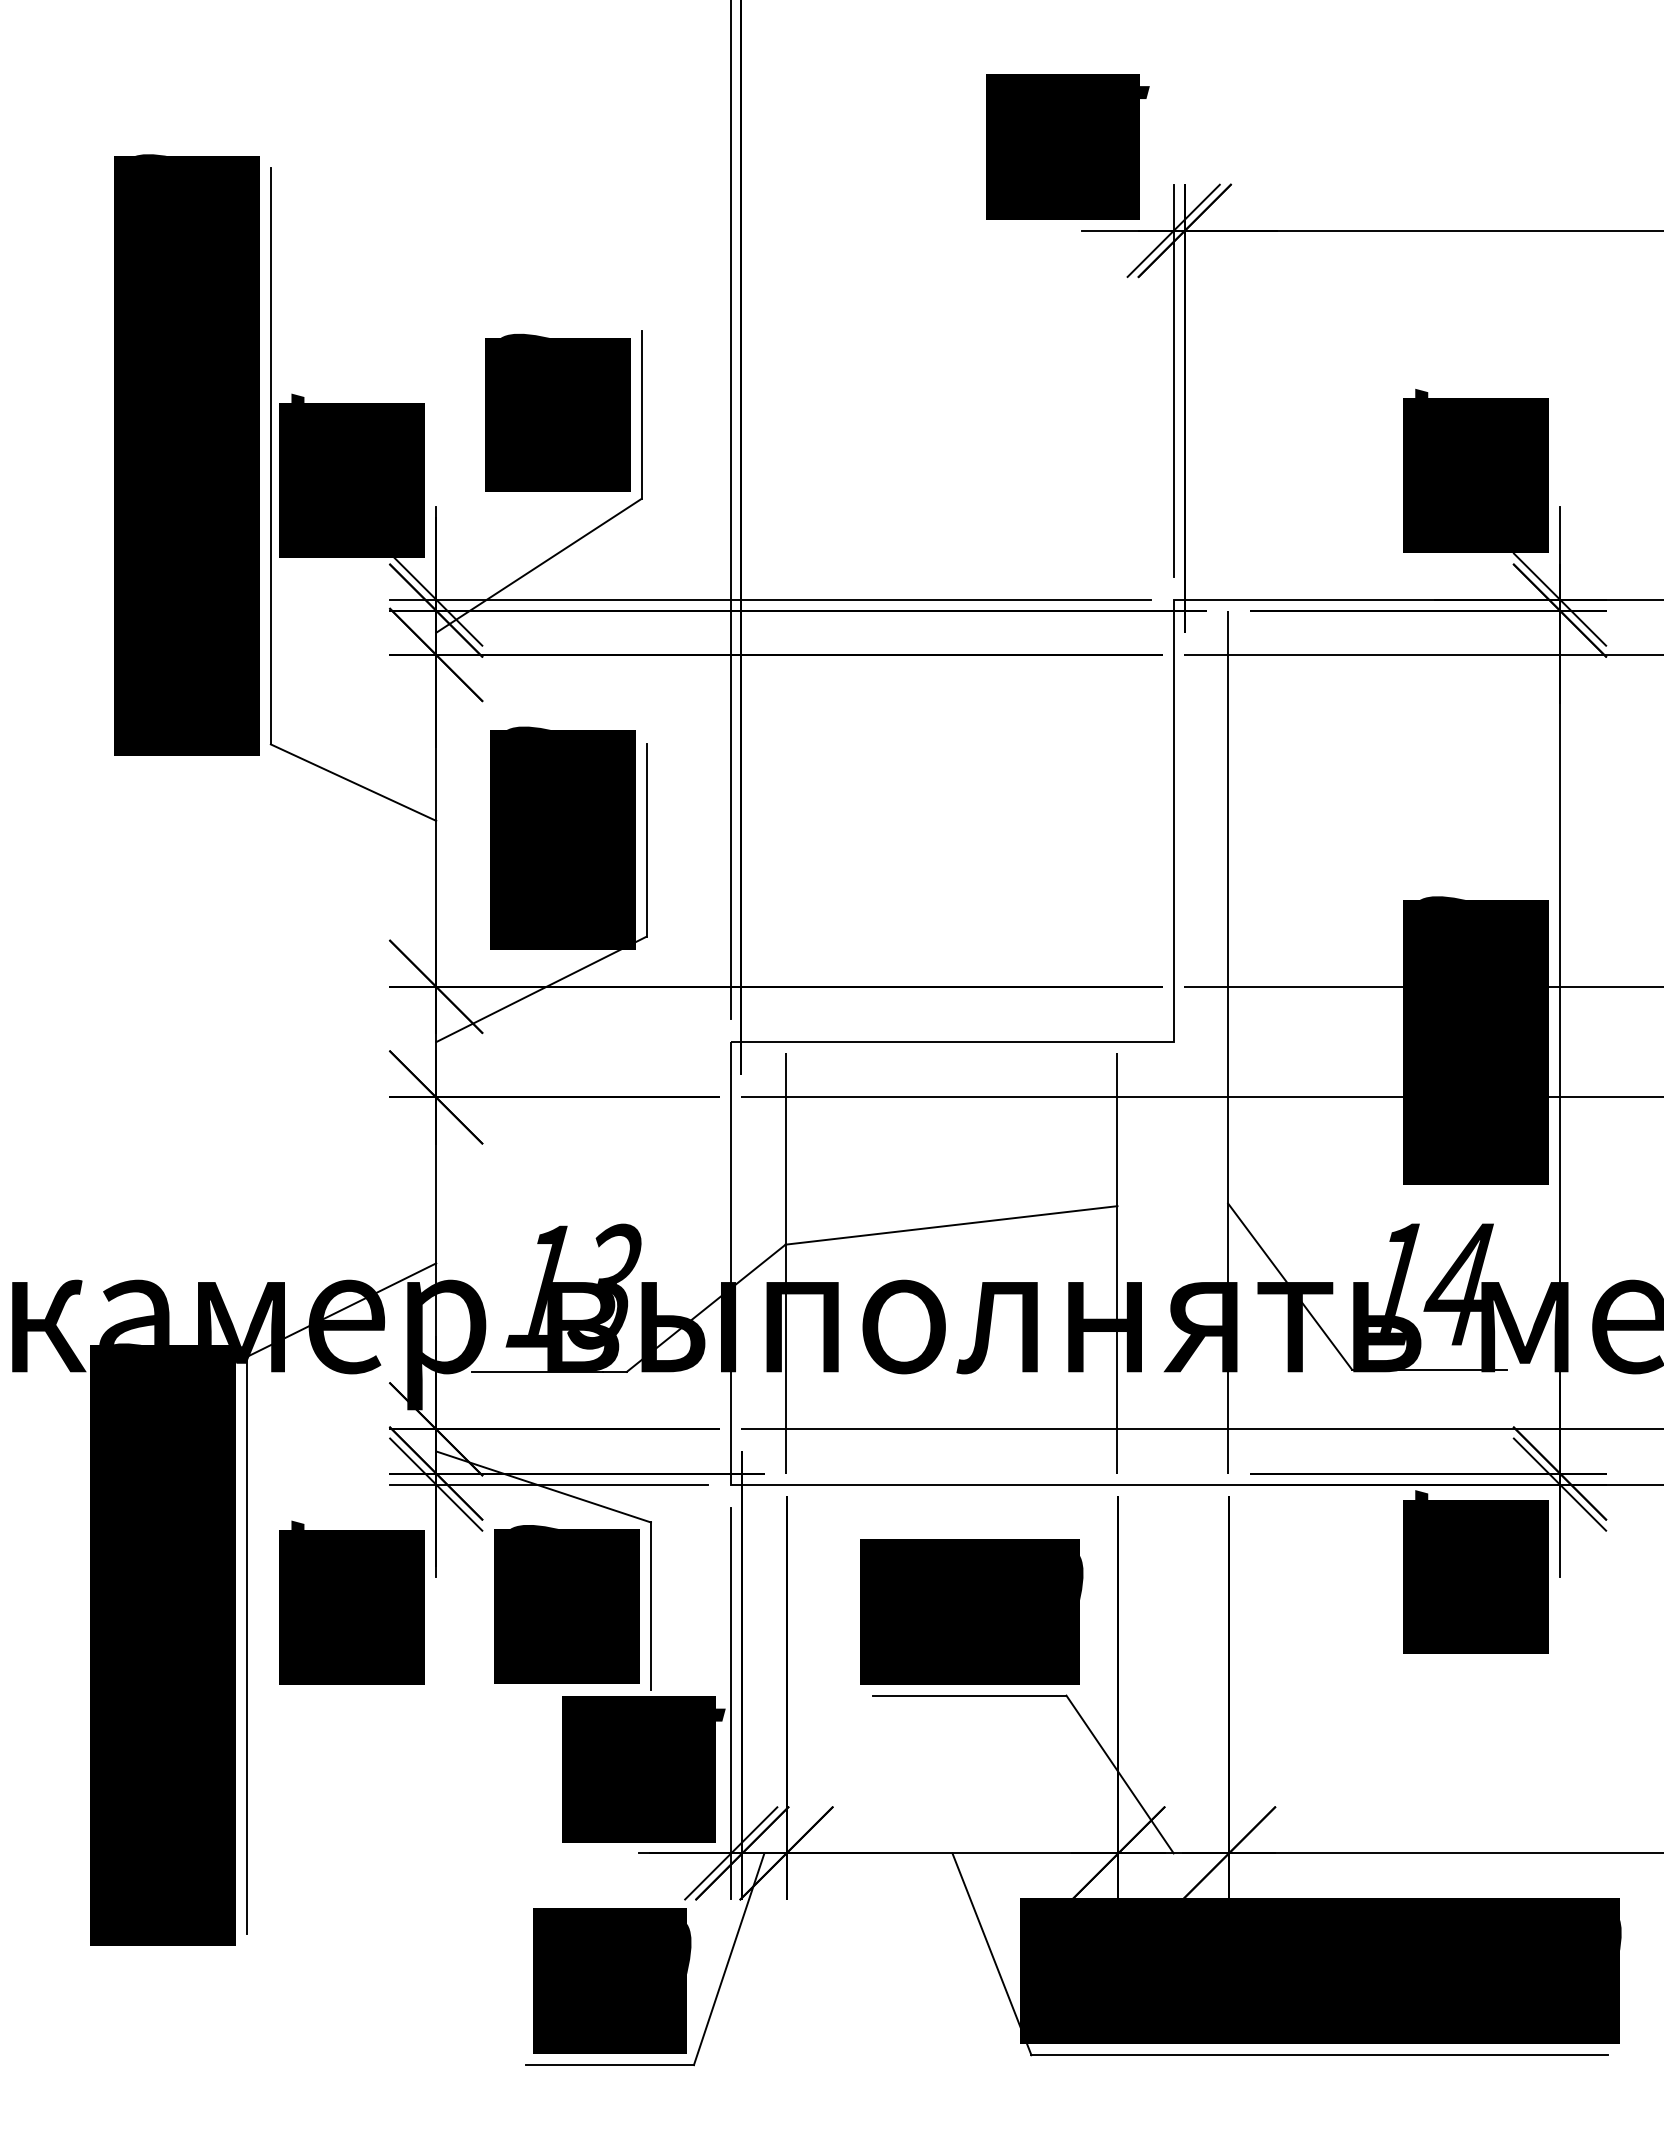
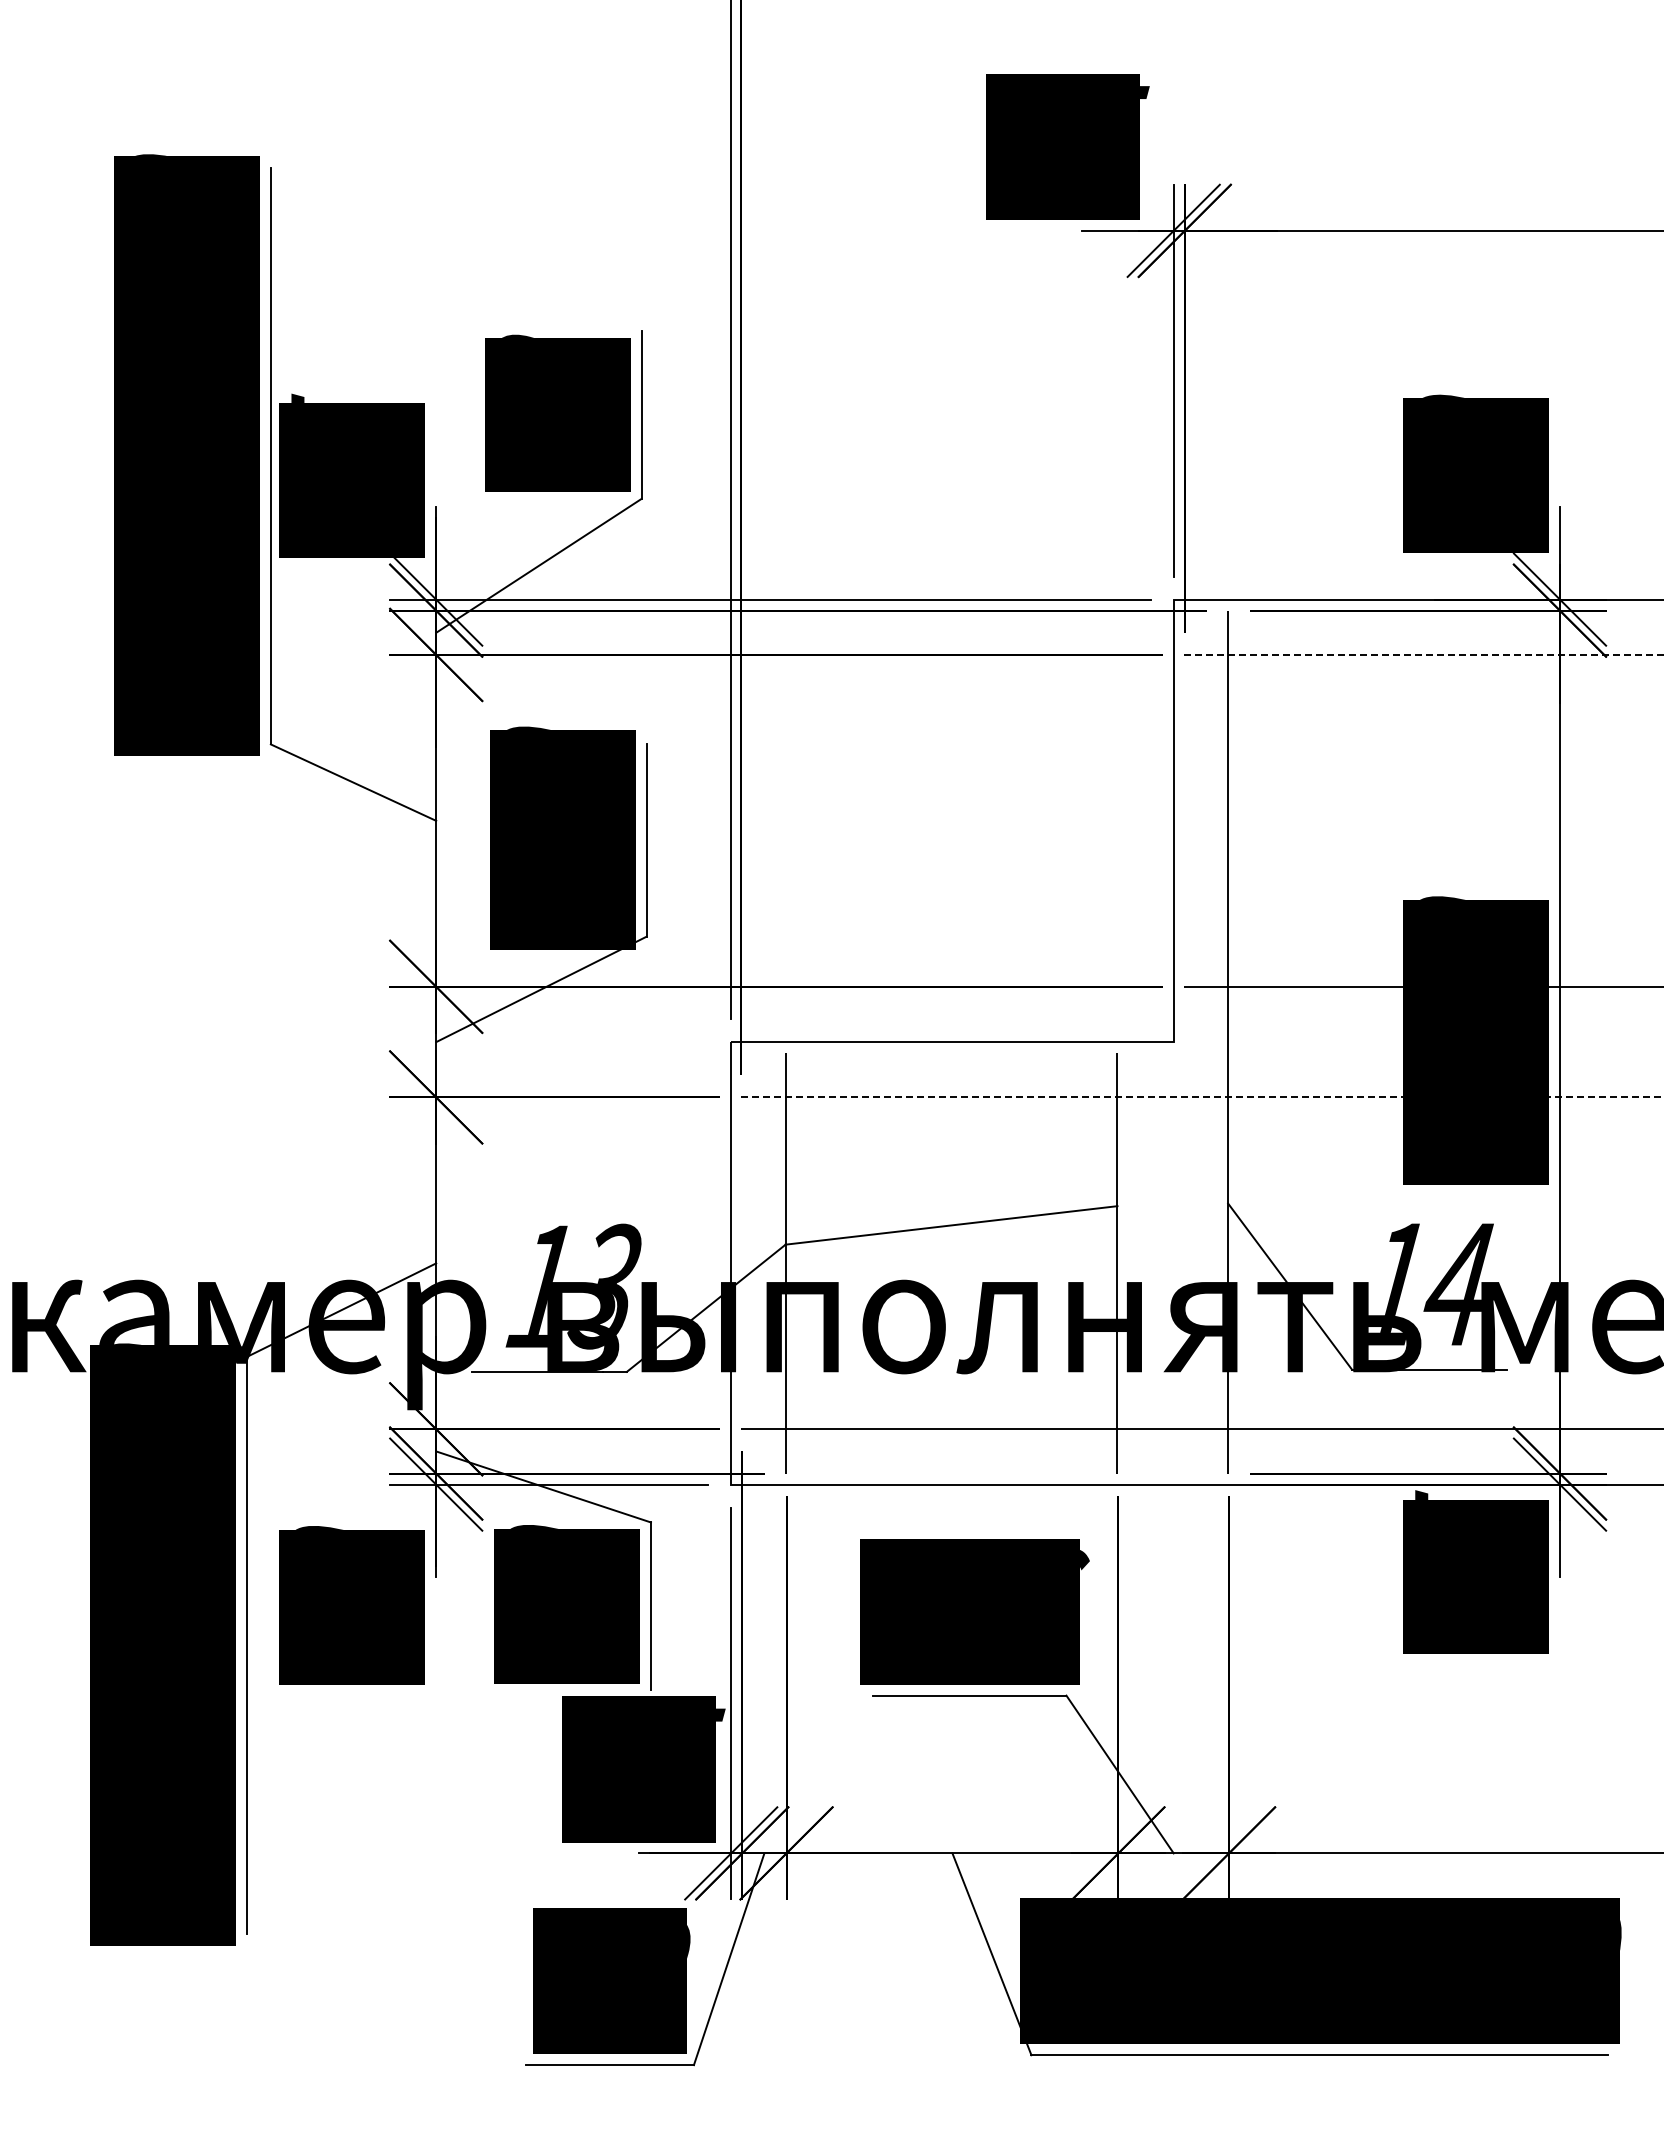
text at (524, 335): 60 -> 62
text at (1439, 392): 15 -> 19
line at (1423, 654): solid -> dashed
line at (1202, 1097): solid -> dashed
text at (316, 1524): 15 -> 10
text at (1084, 1574): 150 -> 106
text at (689, 1948): 60 -> 72
